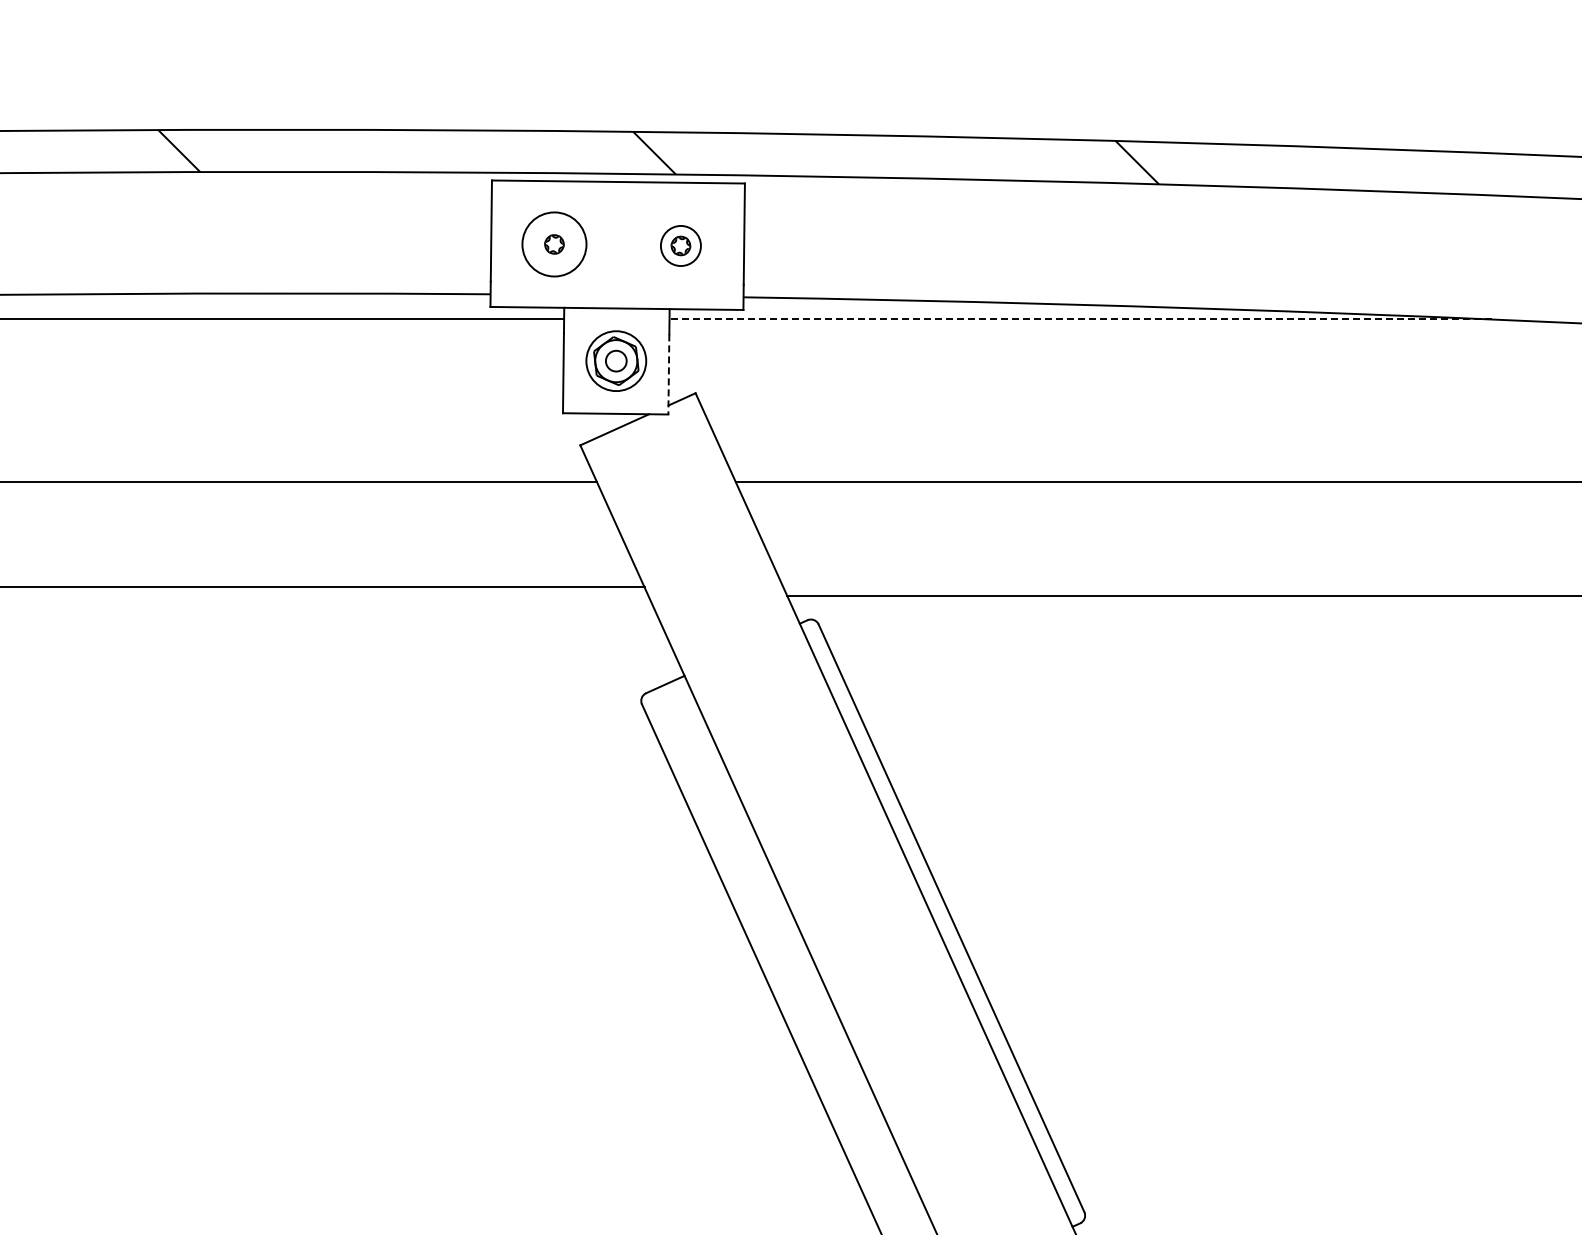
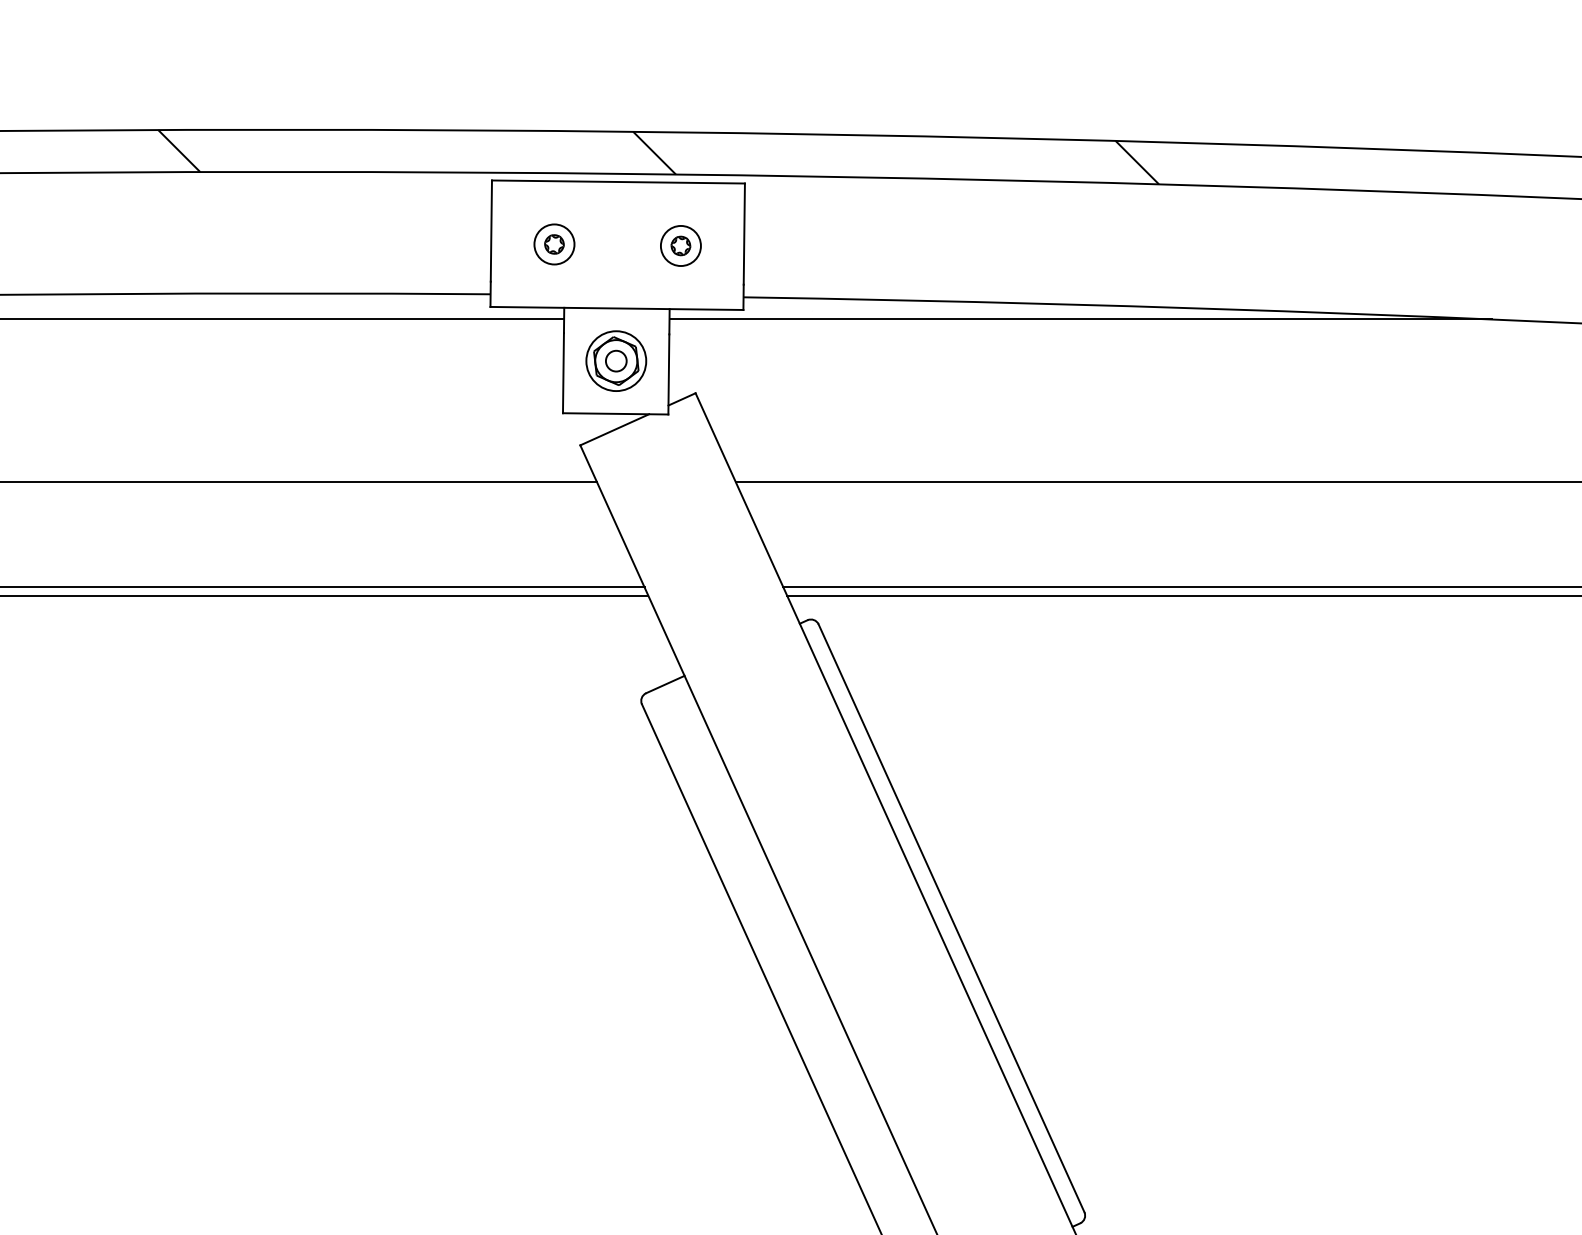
circle at (554, 244) diameter: 64 px -> 40 px
line at (1080, 319): dashed -> solid
line at (668, 374): dashed -> solid
line at (1180, 587): none -> present
line at (325, 595): none -> present
